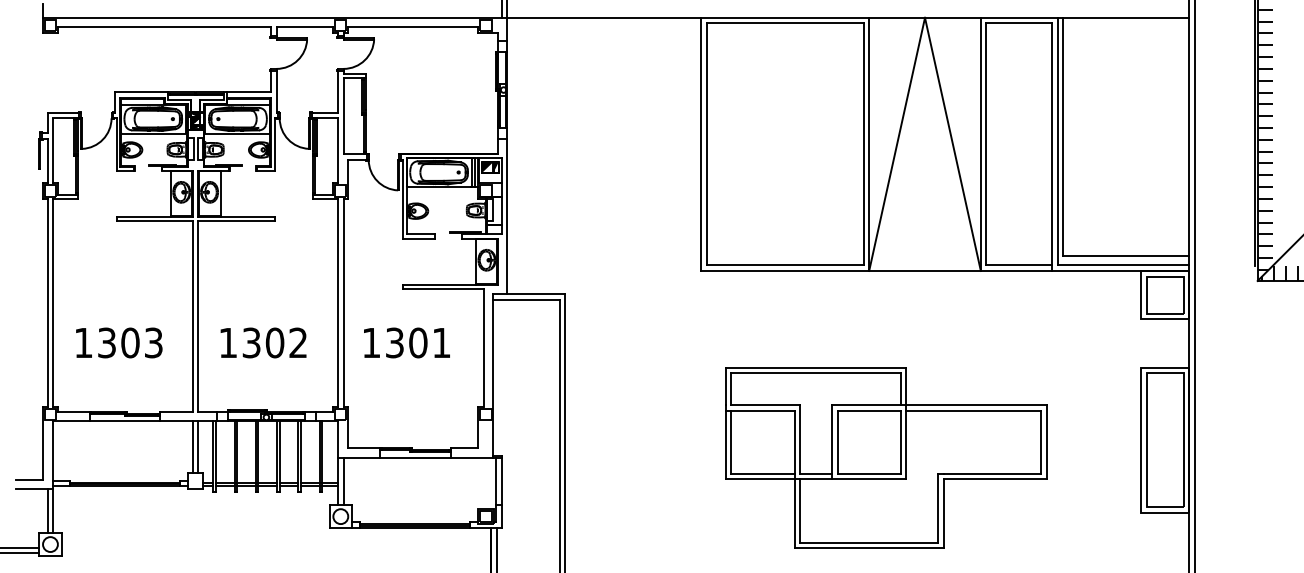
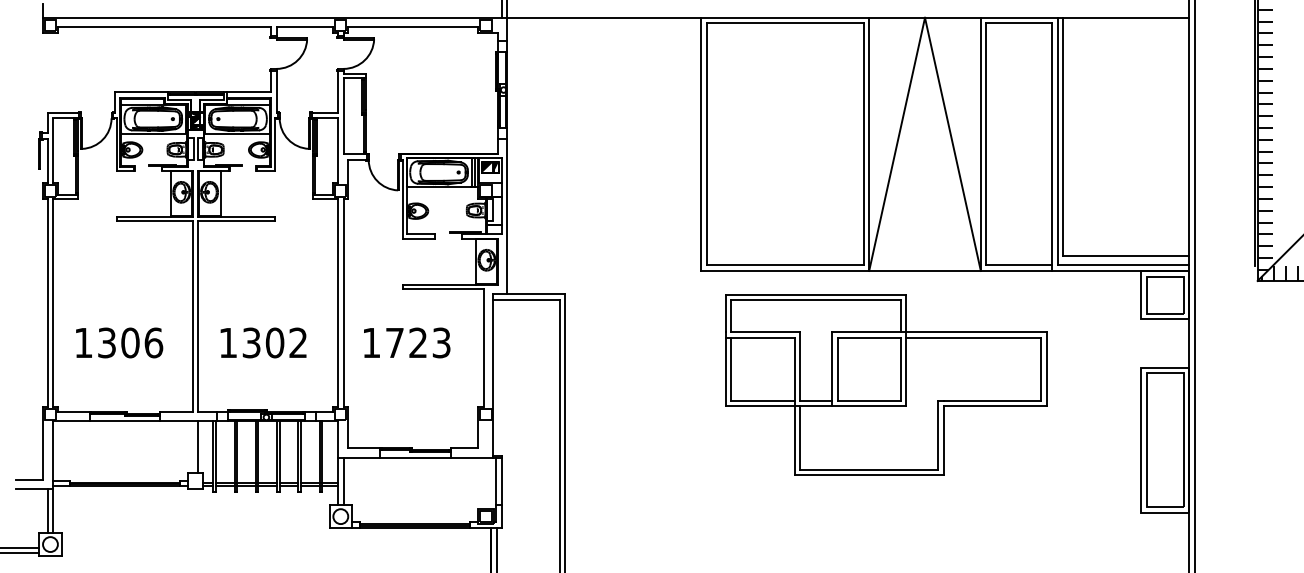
text at (153, 342): 1303 -> 1306
text at (418, 342): 1301 -> 1723
line at (192, 446): present -> none
part at (886, 457) position: (886, 457) -> (886, 384)
